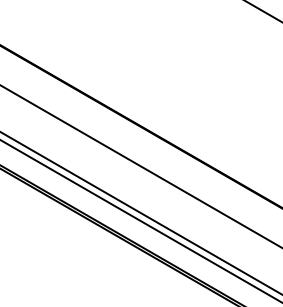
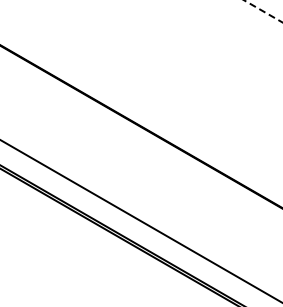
line at (263, 11): solid -> dashed
line at (140, 166): present -> none
line at (140, 213): present -> none
